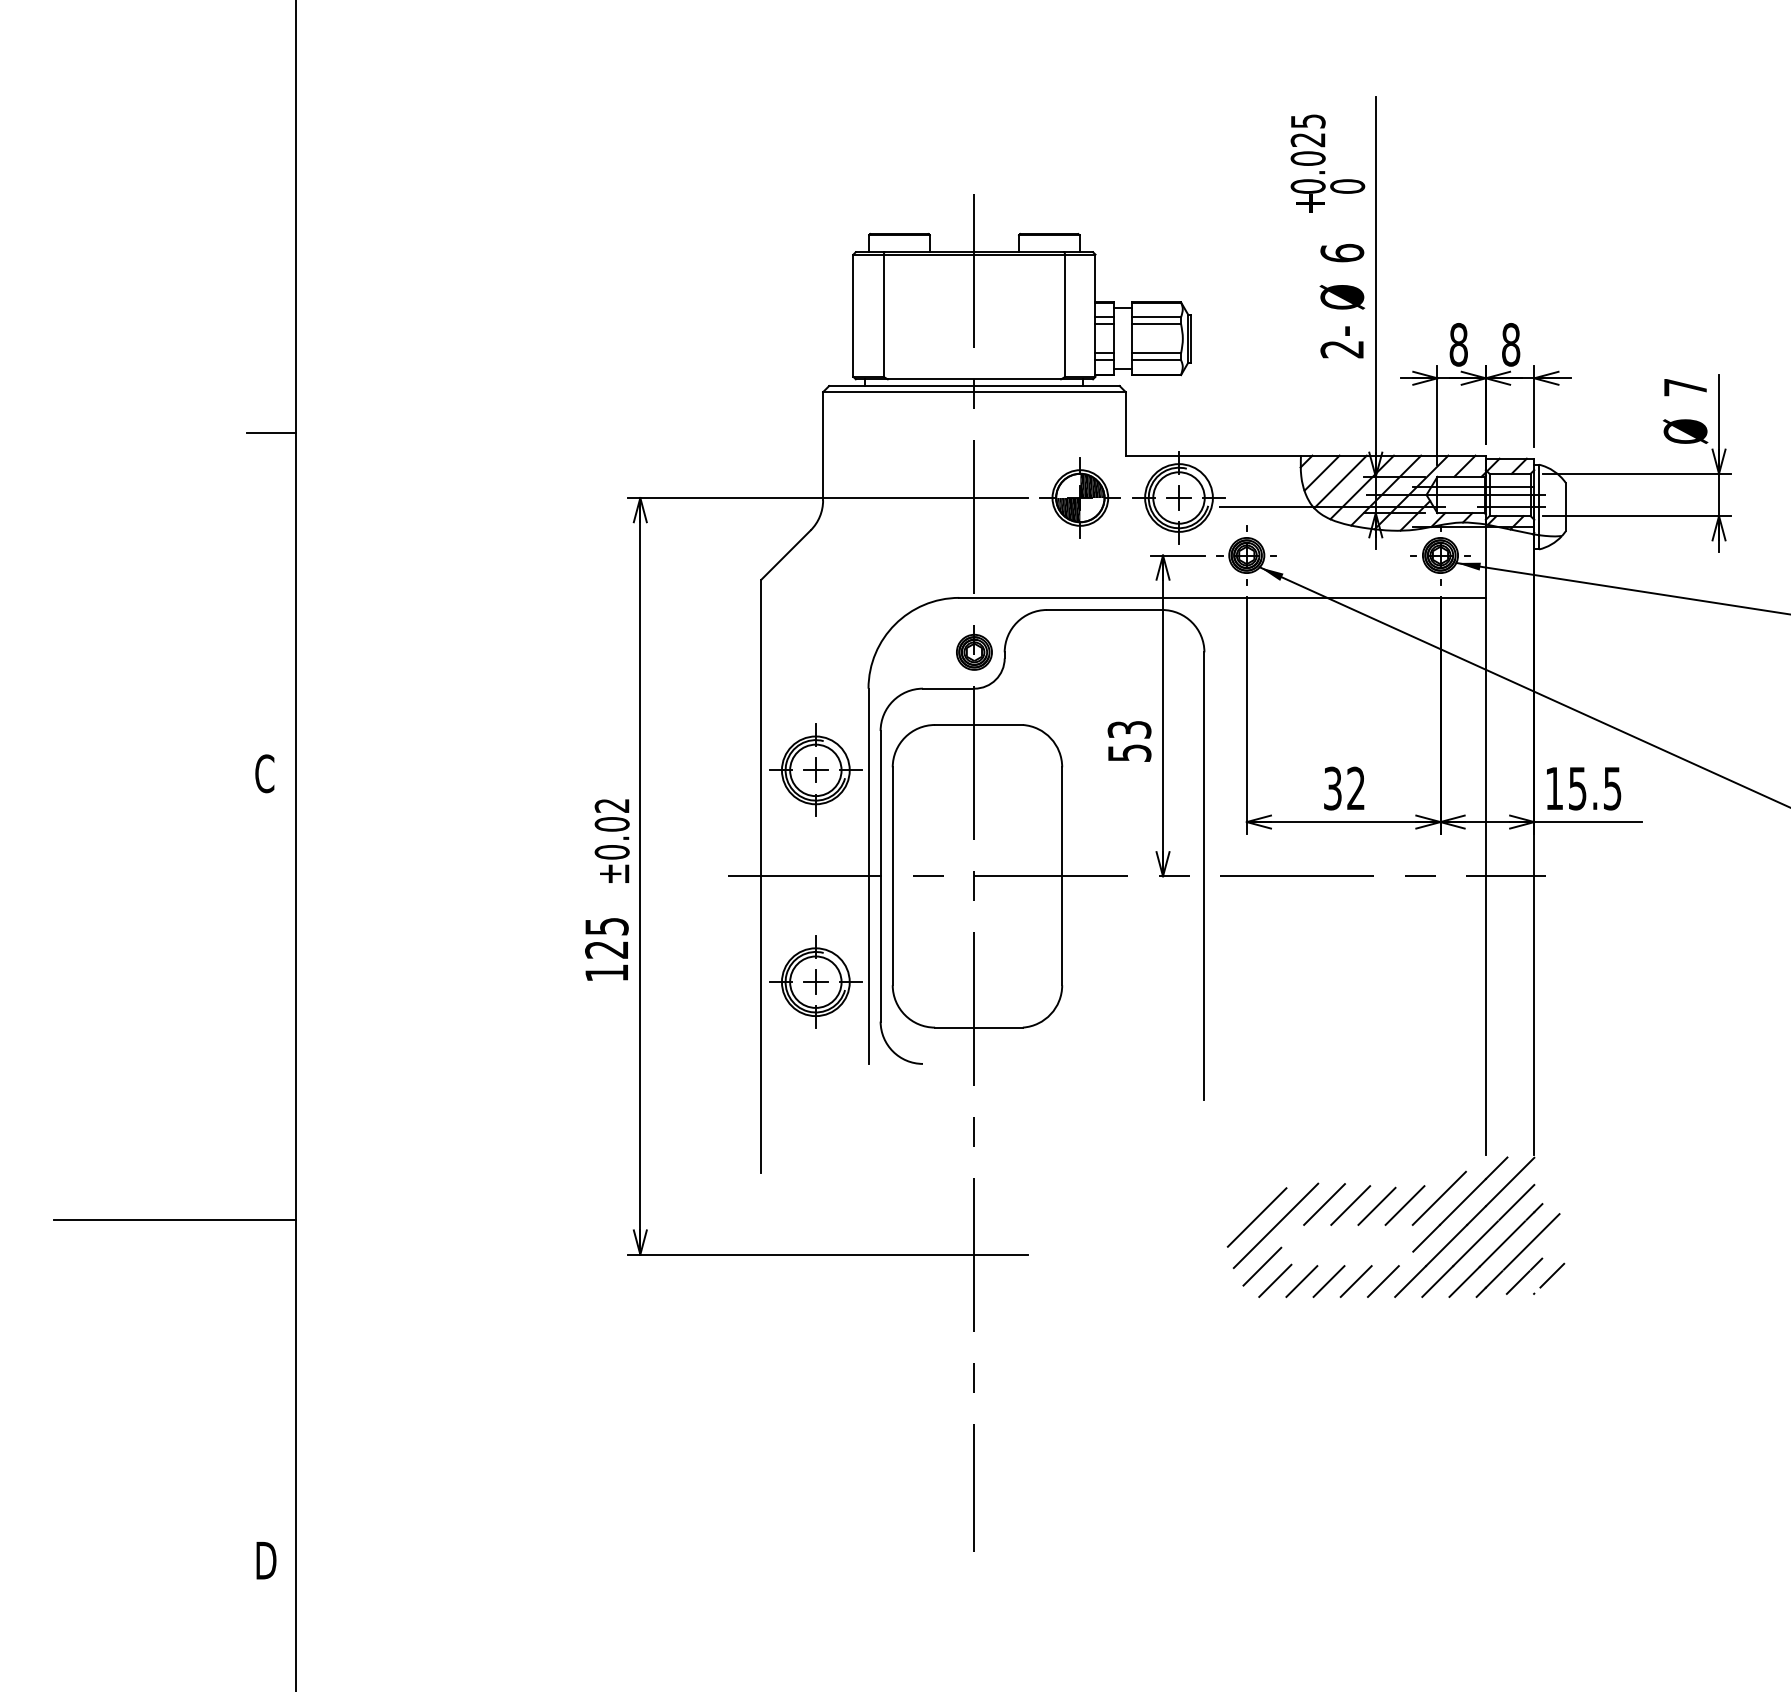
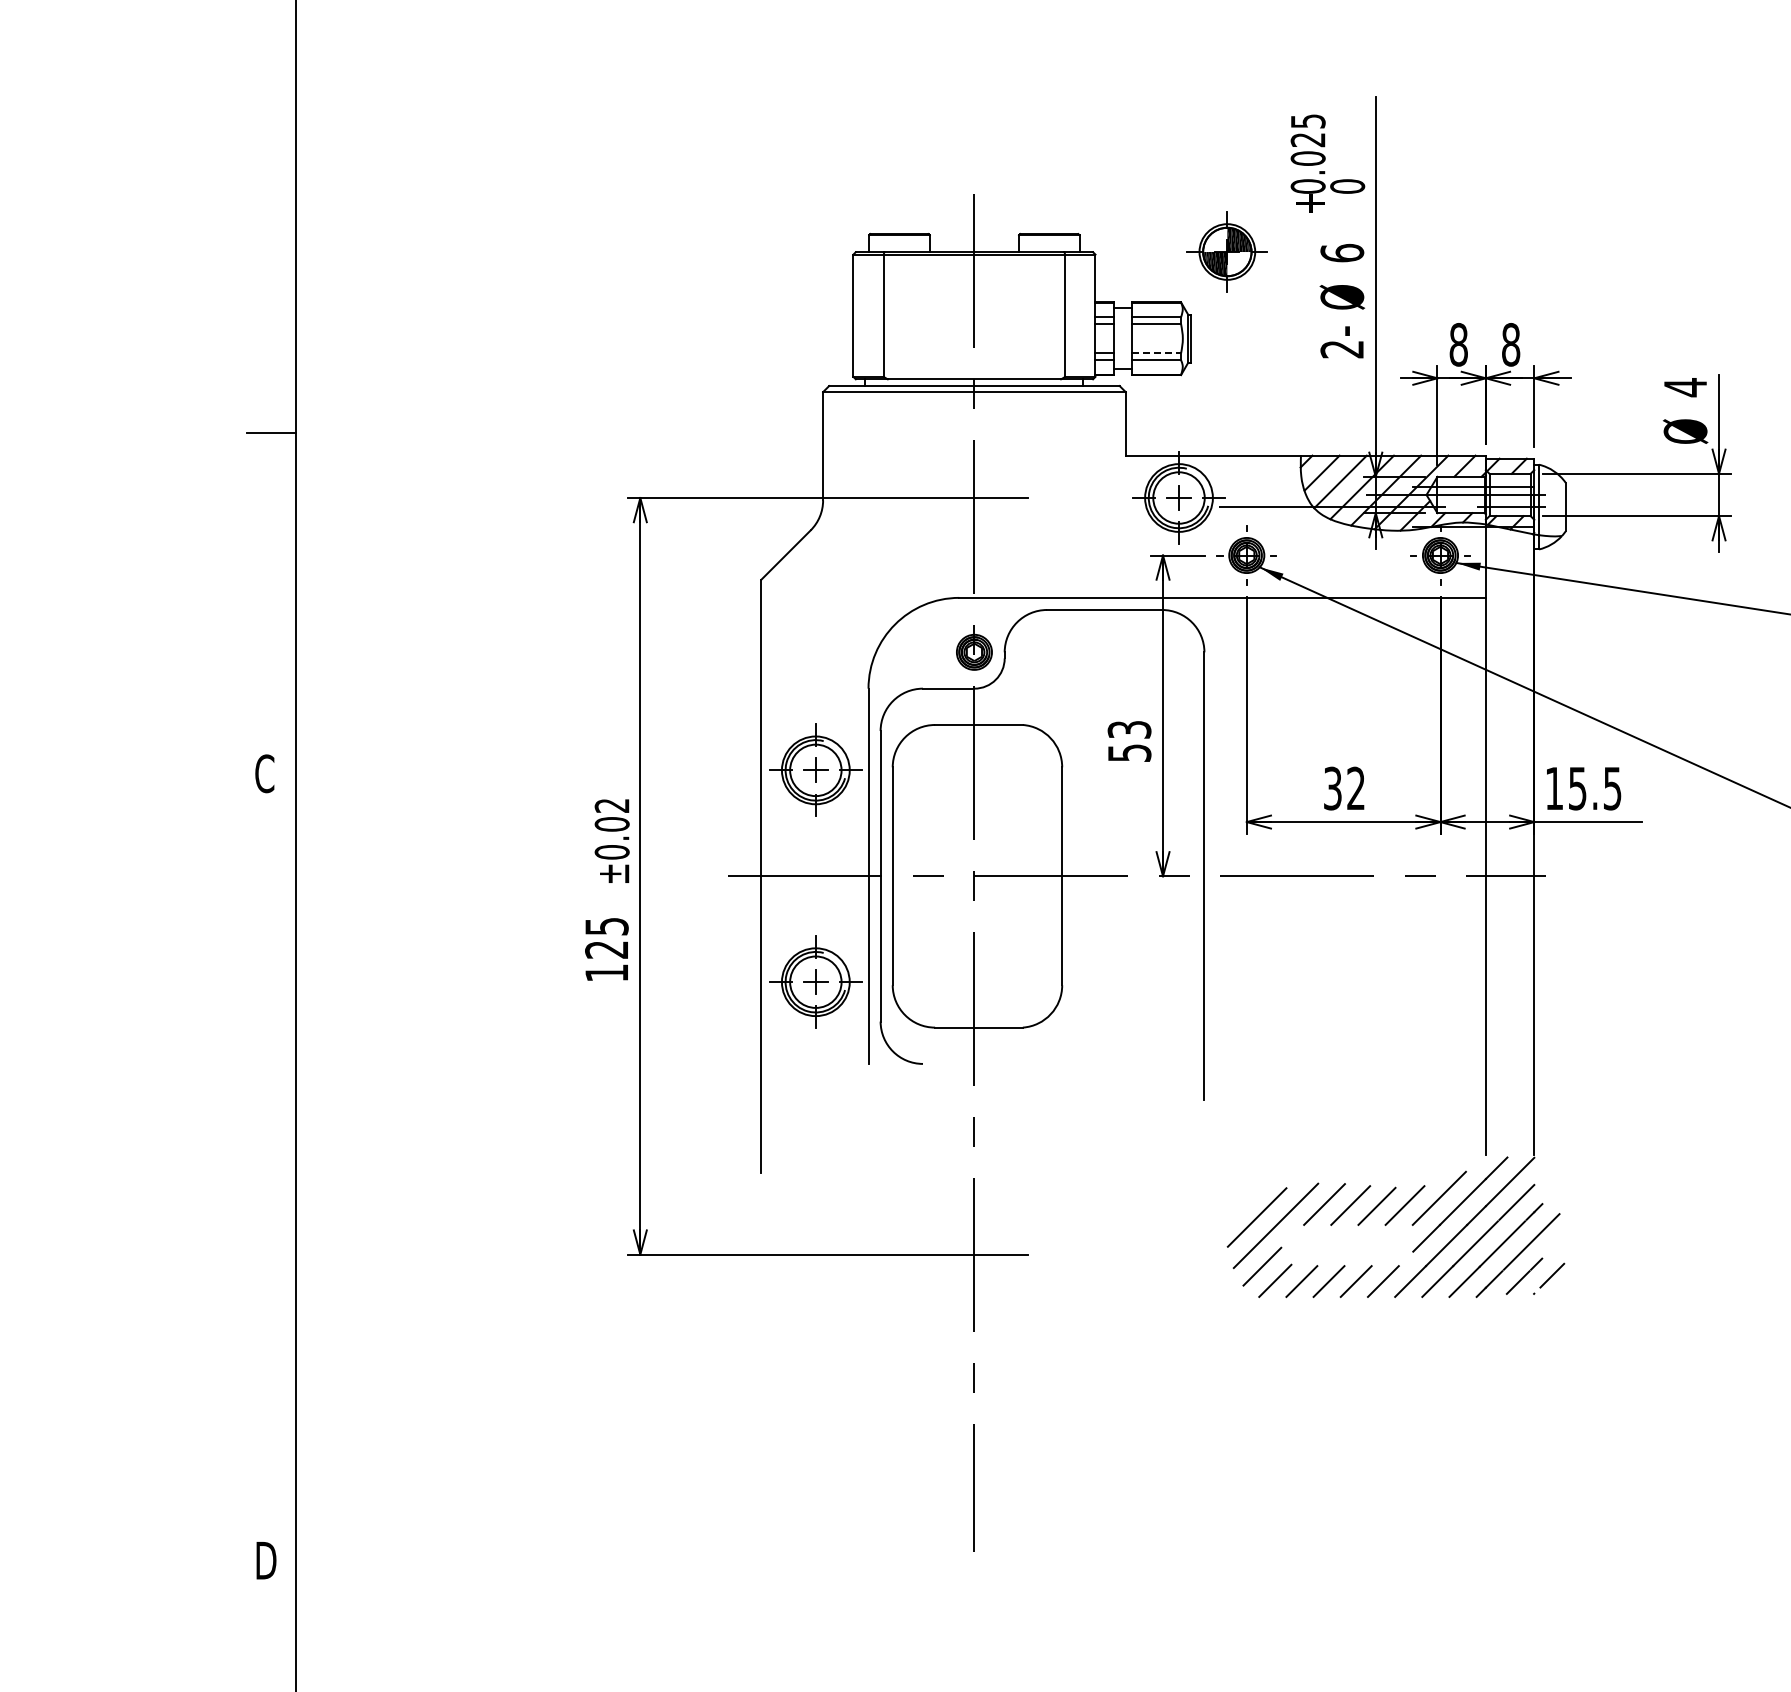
line at (1156, 353): solid -> dashed
text at (1685, 387): 7 -> 4
part at (1079, 497) position: (1079, 497) -> (1226, 251)
line at (174, 1219): present -> none
